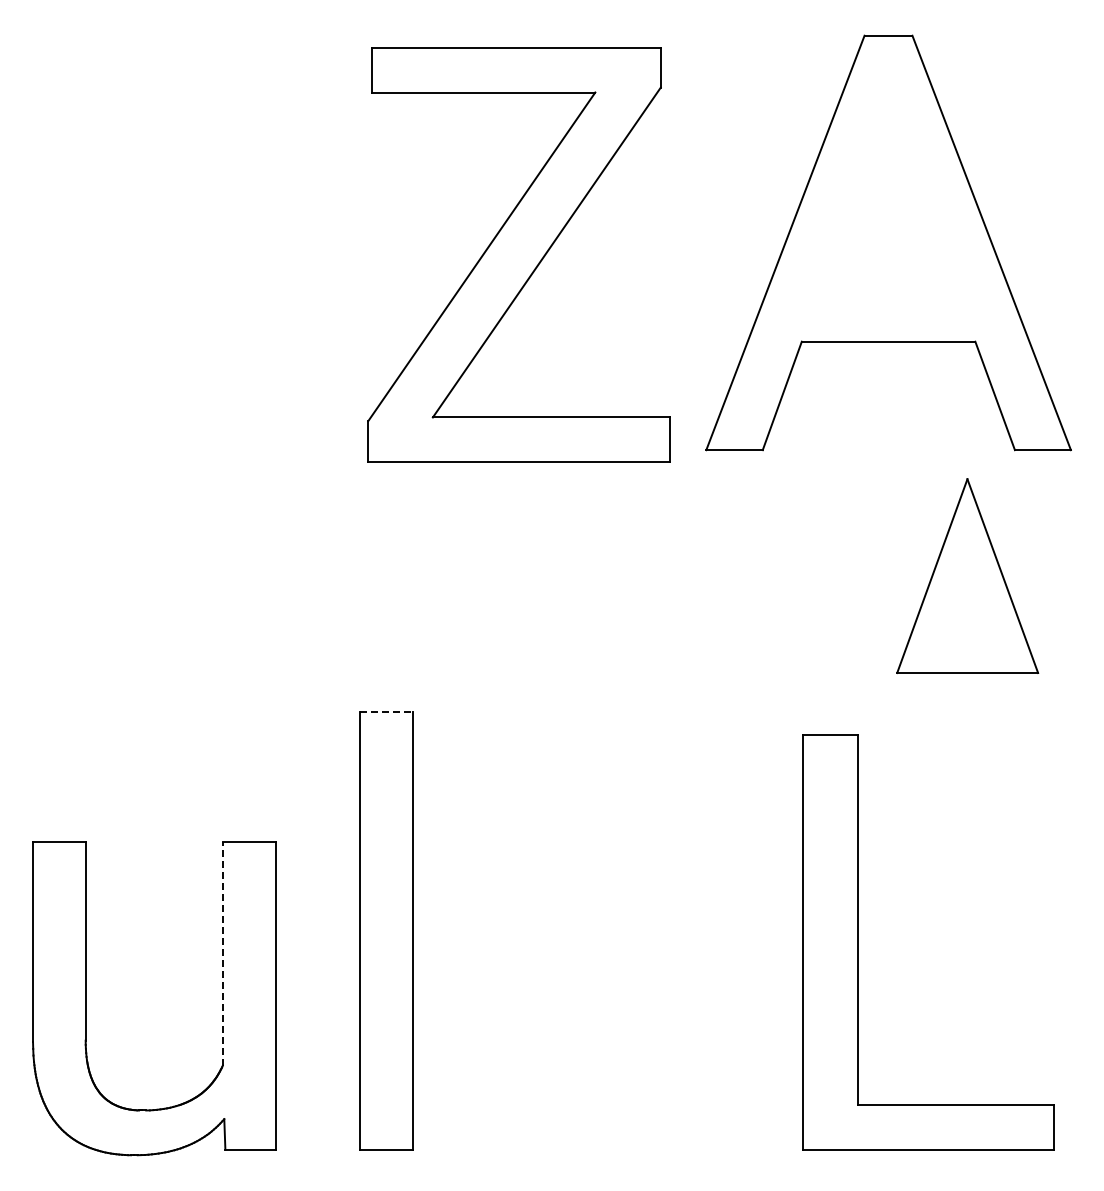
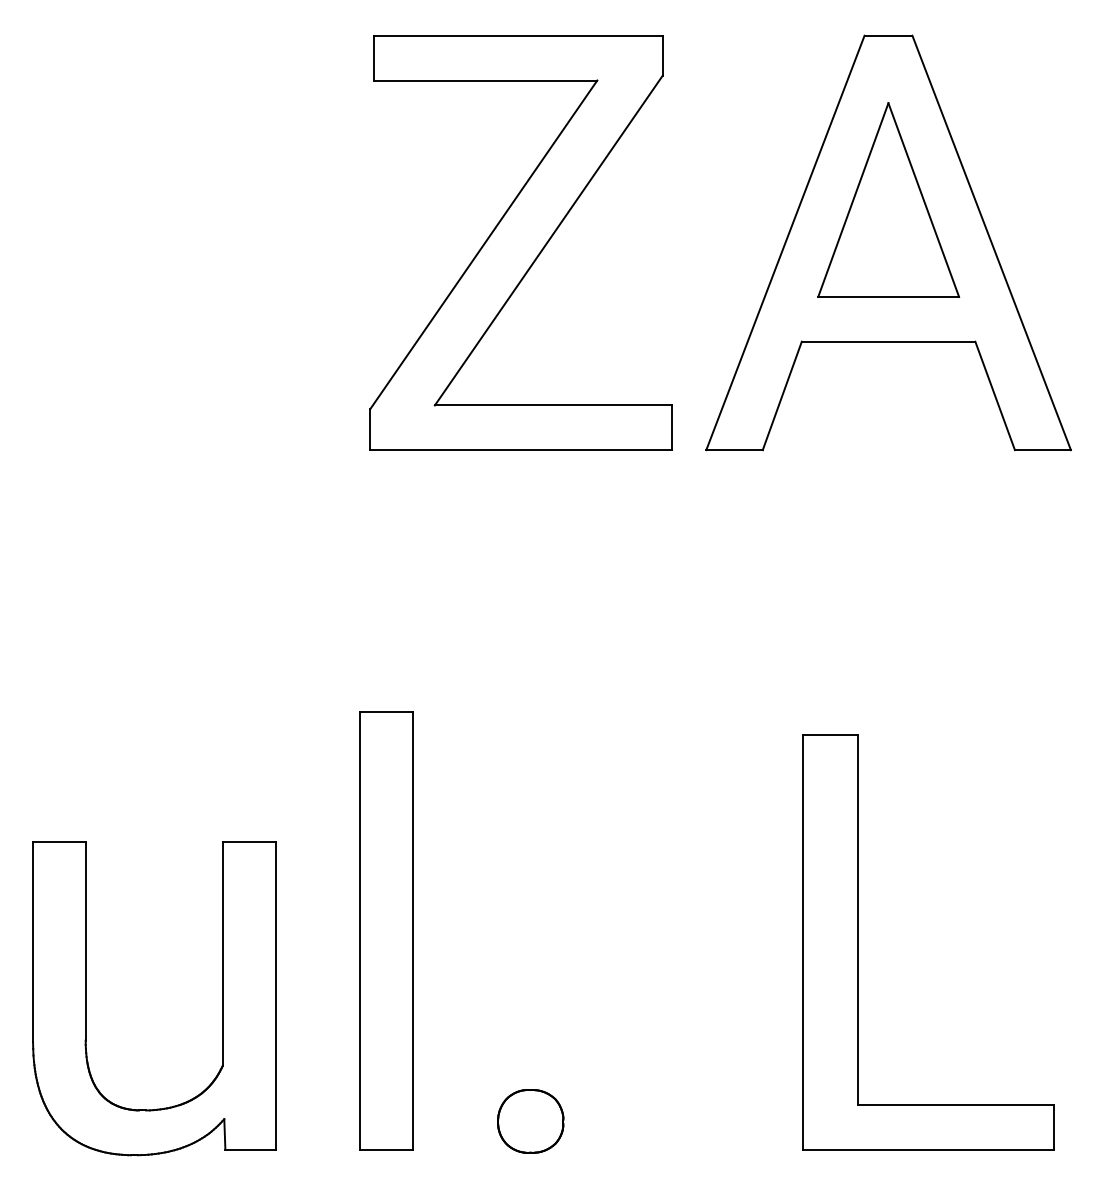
part at (518, 254) position: (518, 254) -> (520, 242)
part at (967, 575) position: (967, 575) -> (888, 199)
line at (386, 712): dashed -> solid
line at (222, 953): dashed -> solid
part at (530, 1121): none -> present
